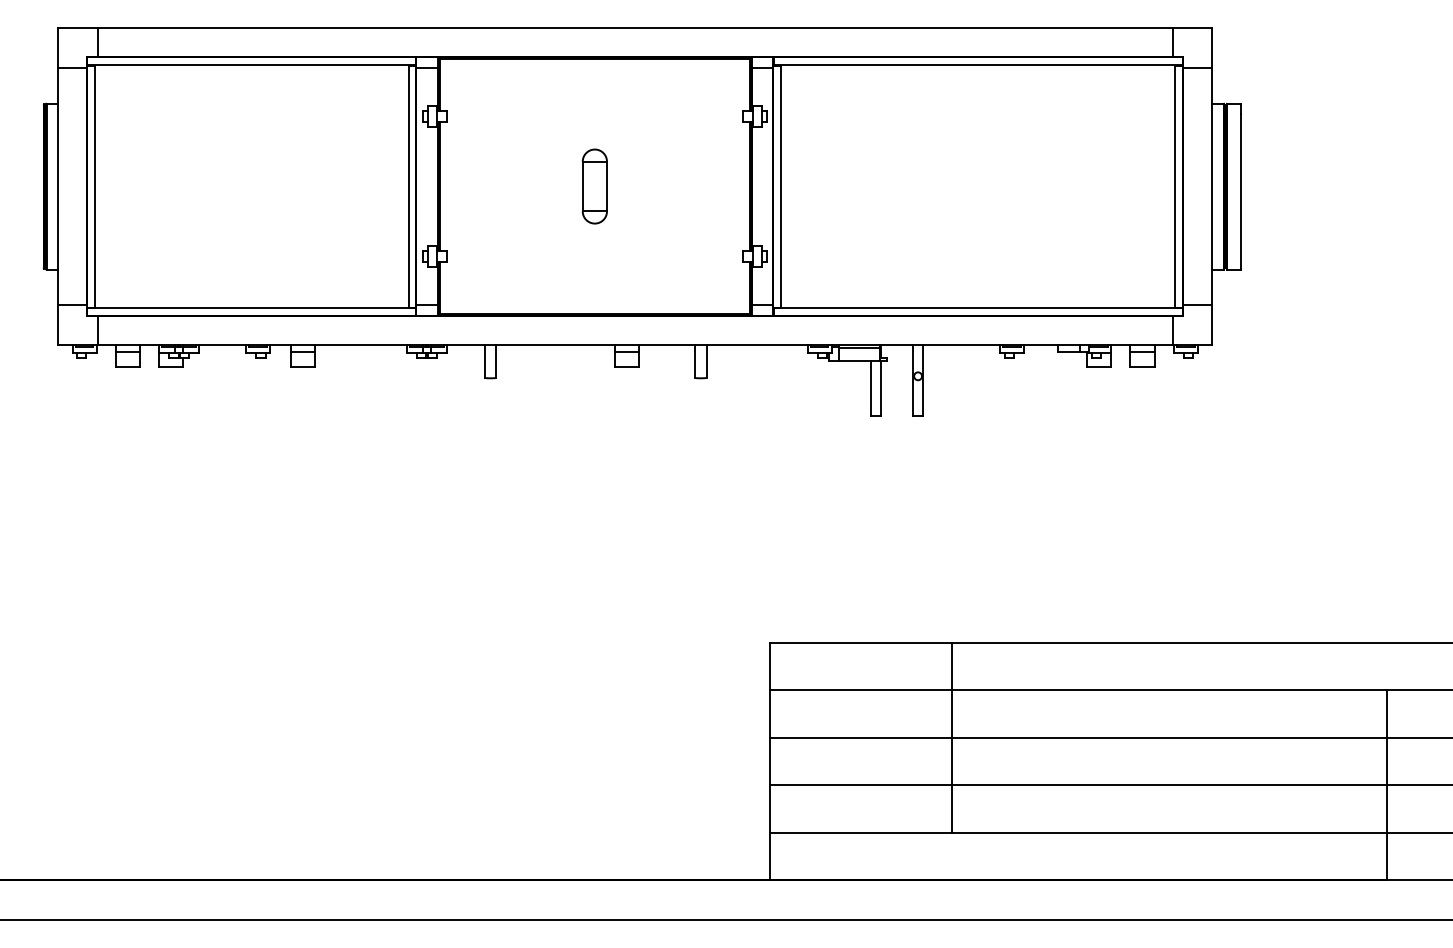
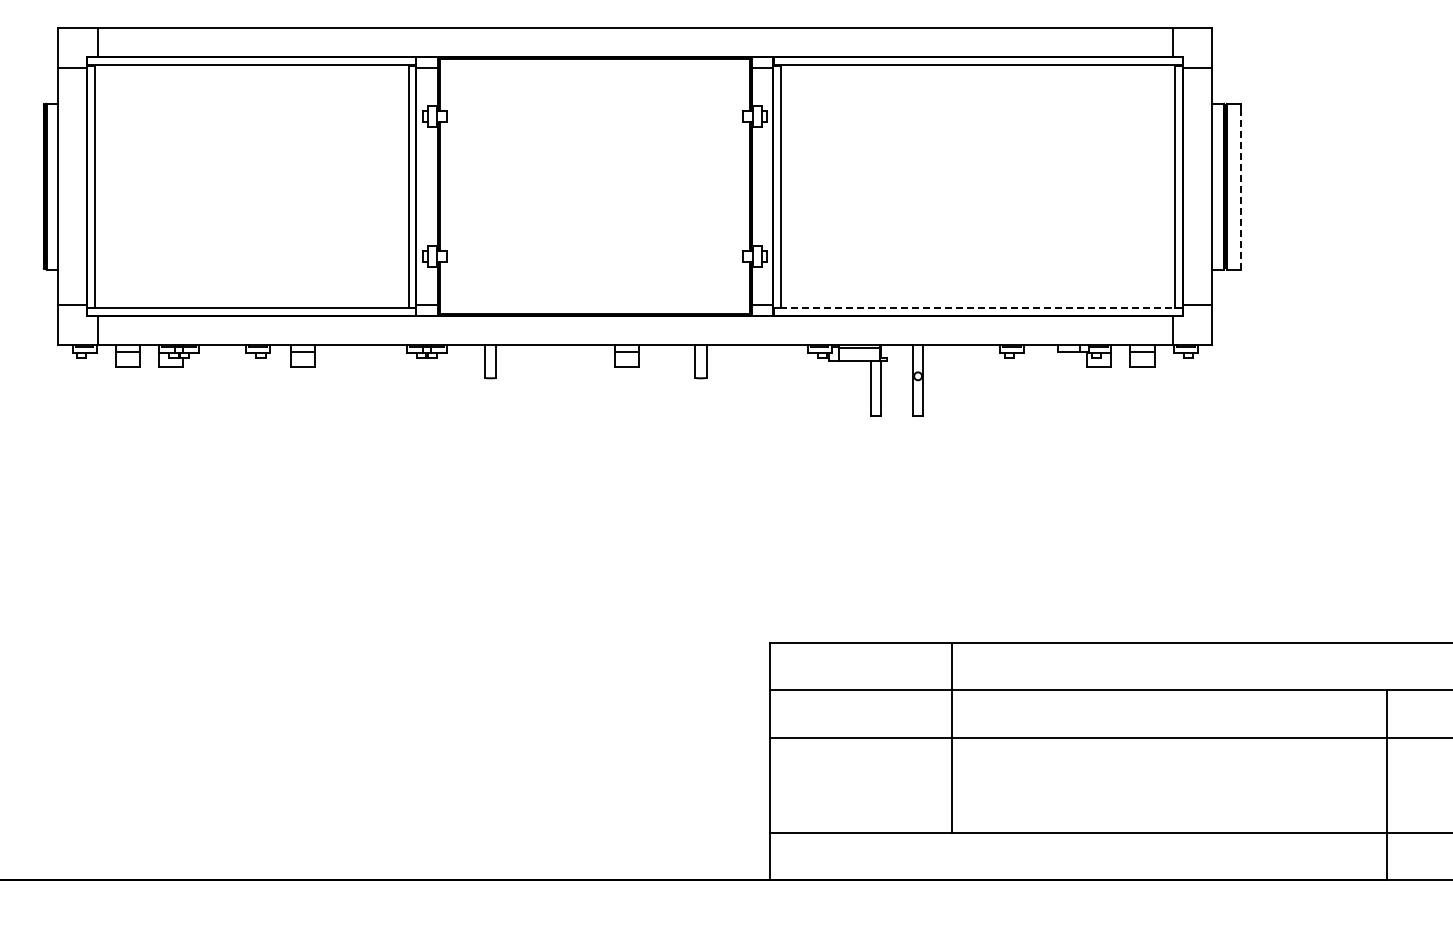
part at (594, 186): present -> none
line at (1240, 191): solid -> dashed
line at (978, 307): solid -> dashed
line at (1109, 785): present -> none
line at (725, 919): present -> none
